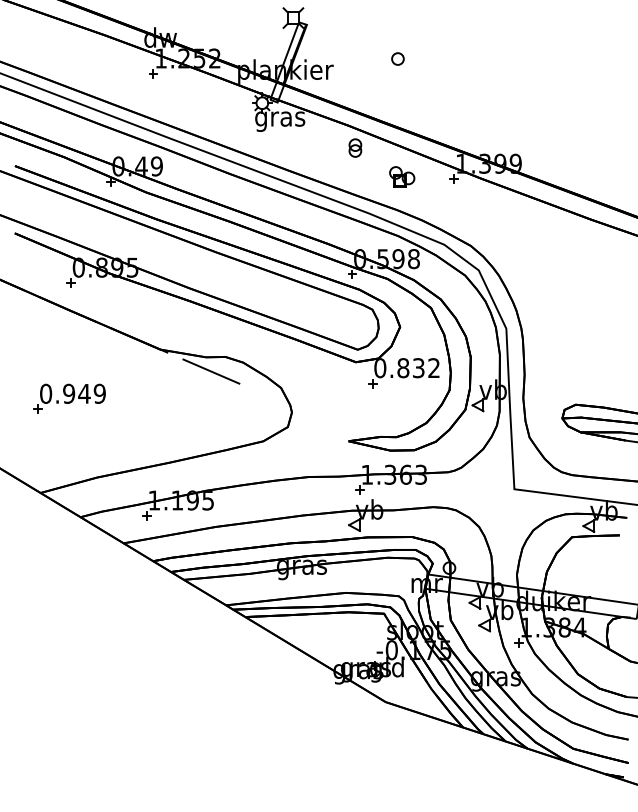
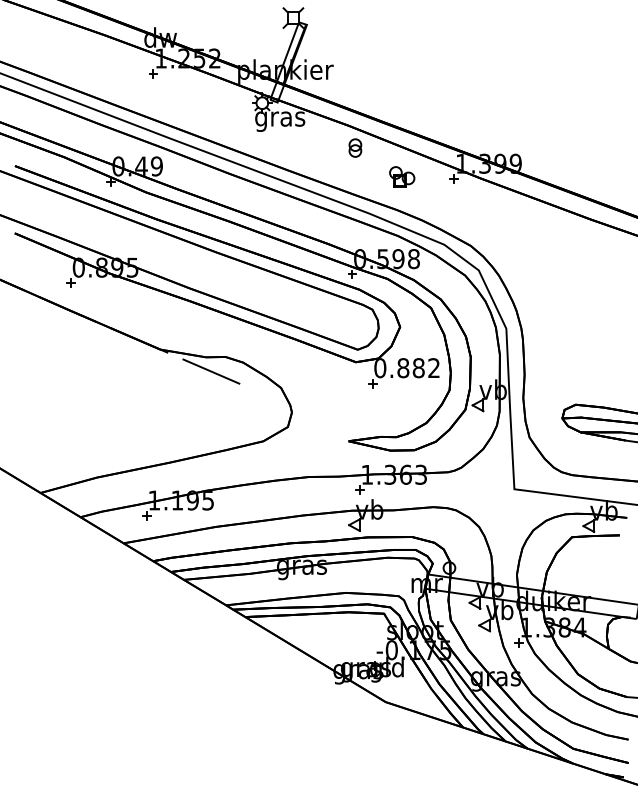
part at (397, 58): present -> none
text at (418, 368): 0.832 -> 0.882
part at (69, 398): present -> none
